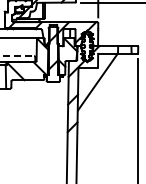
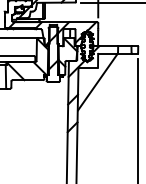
line at (17, 56): dashed -> solid
